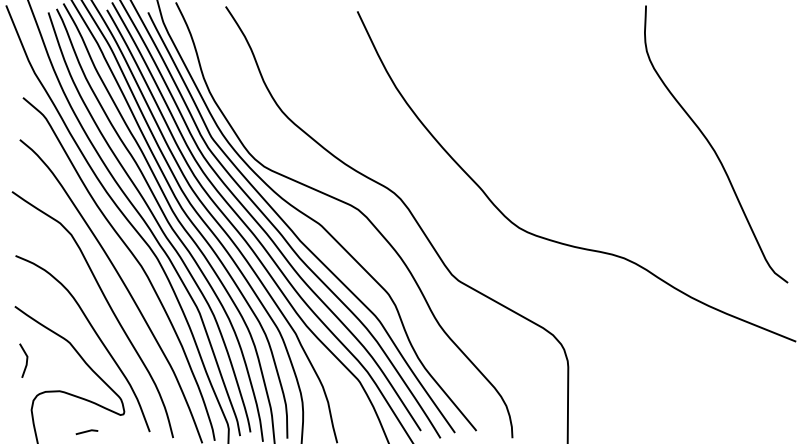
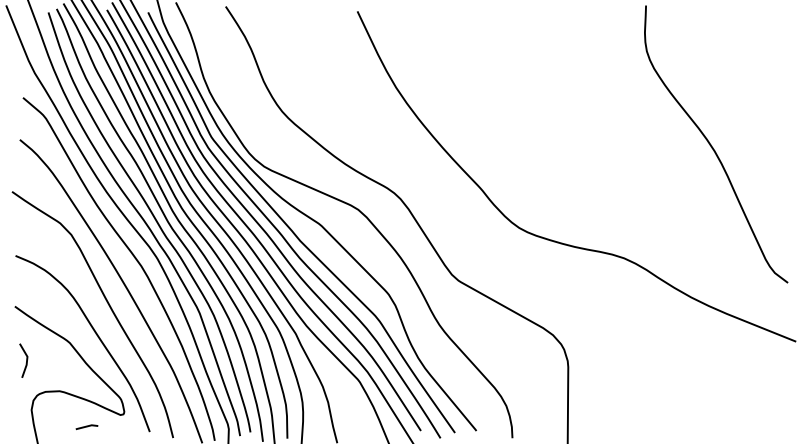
line at (86, 432) position: (86, 432) -> (86, 427)
